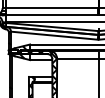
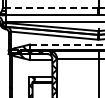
line at (51, 8): solid -> dashed
line at (68, 44): solid -> dashed
